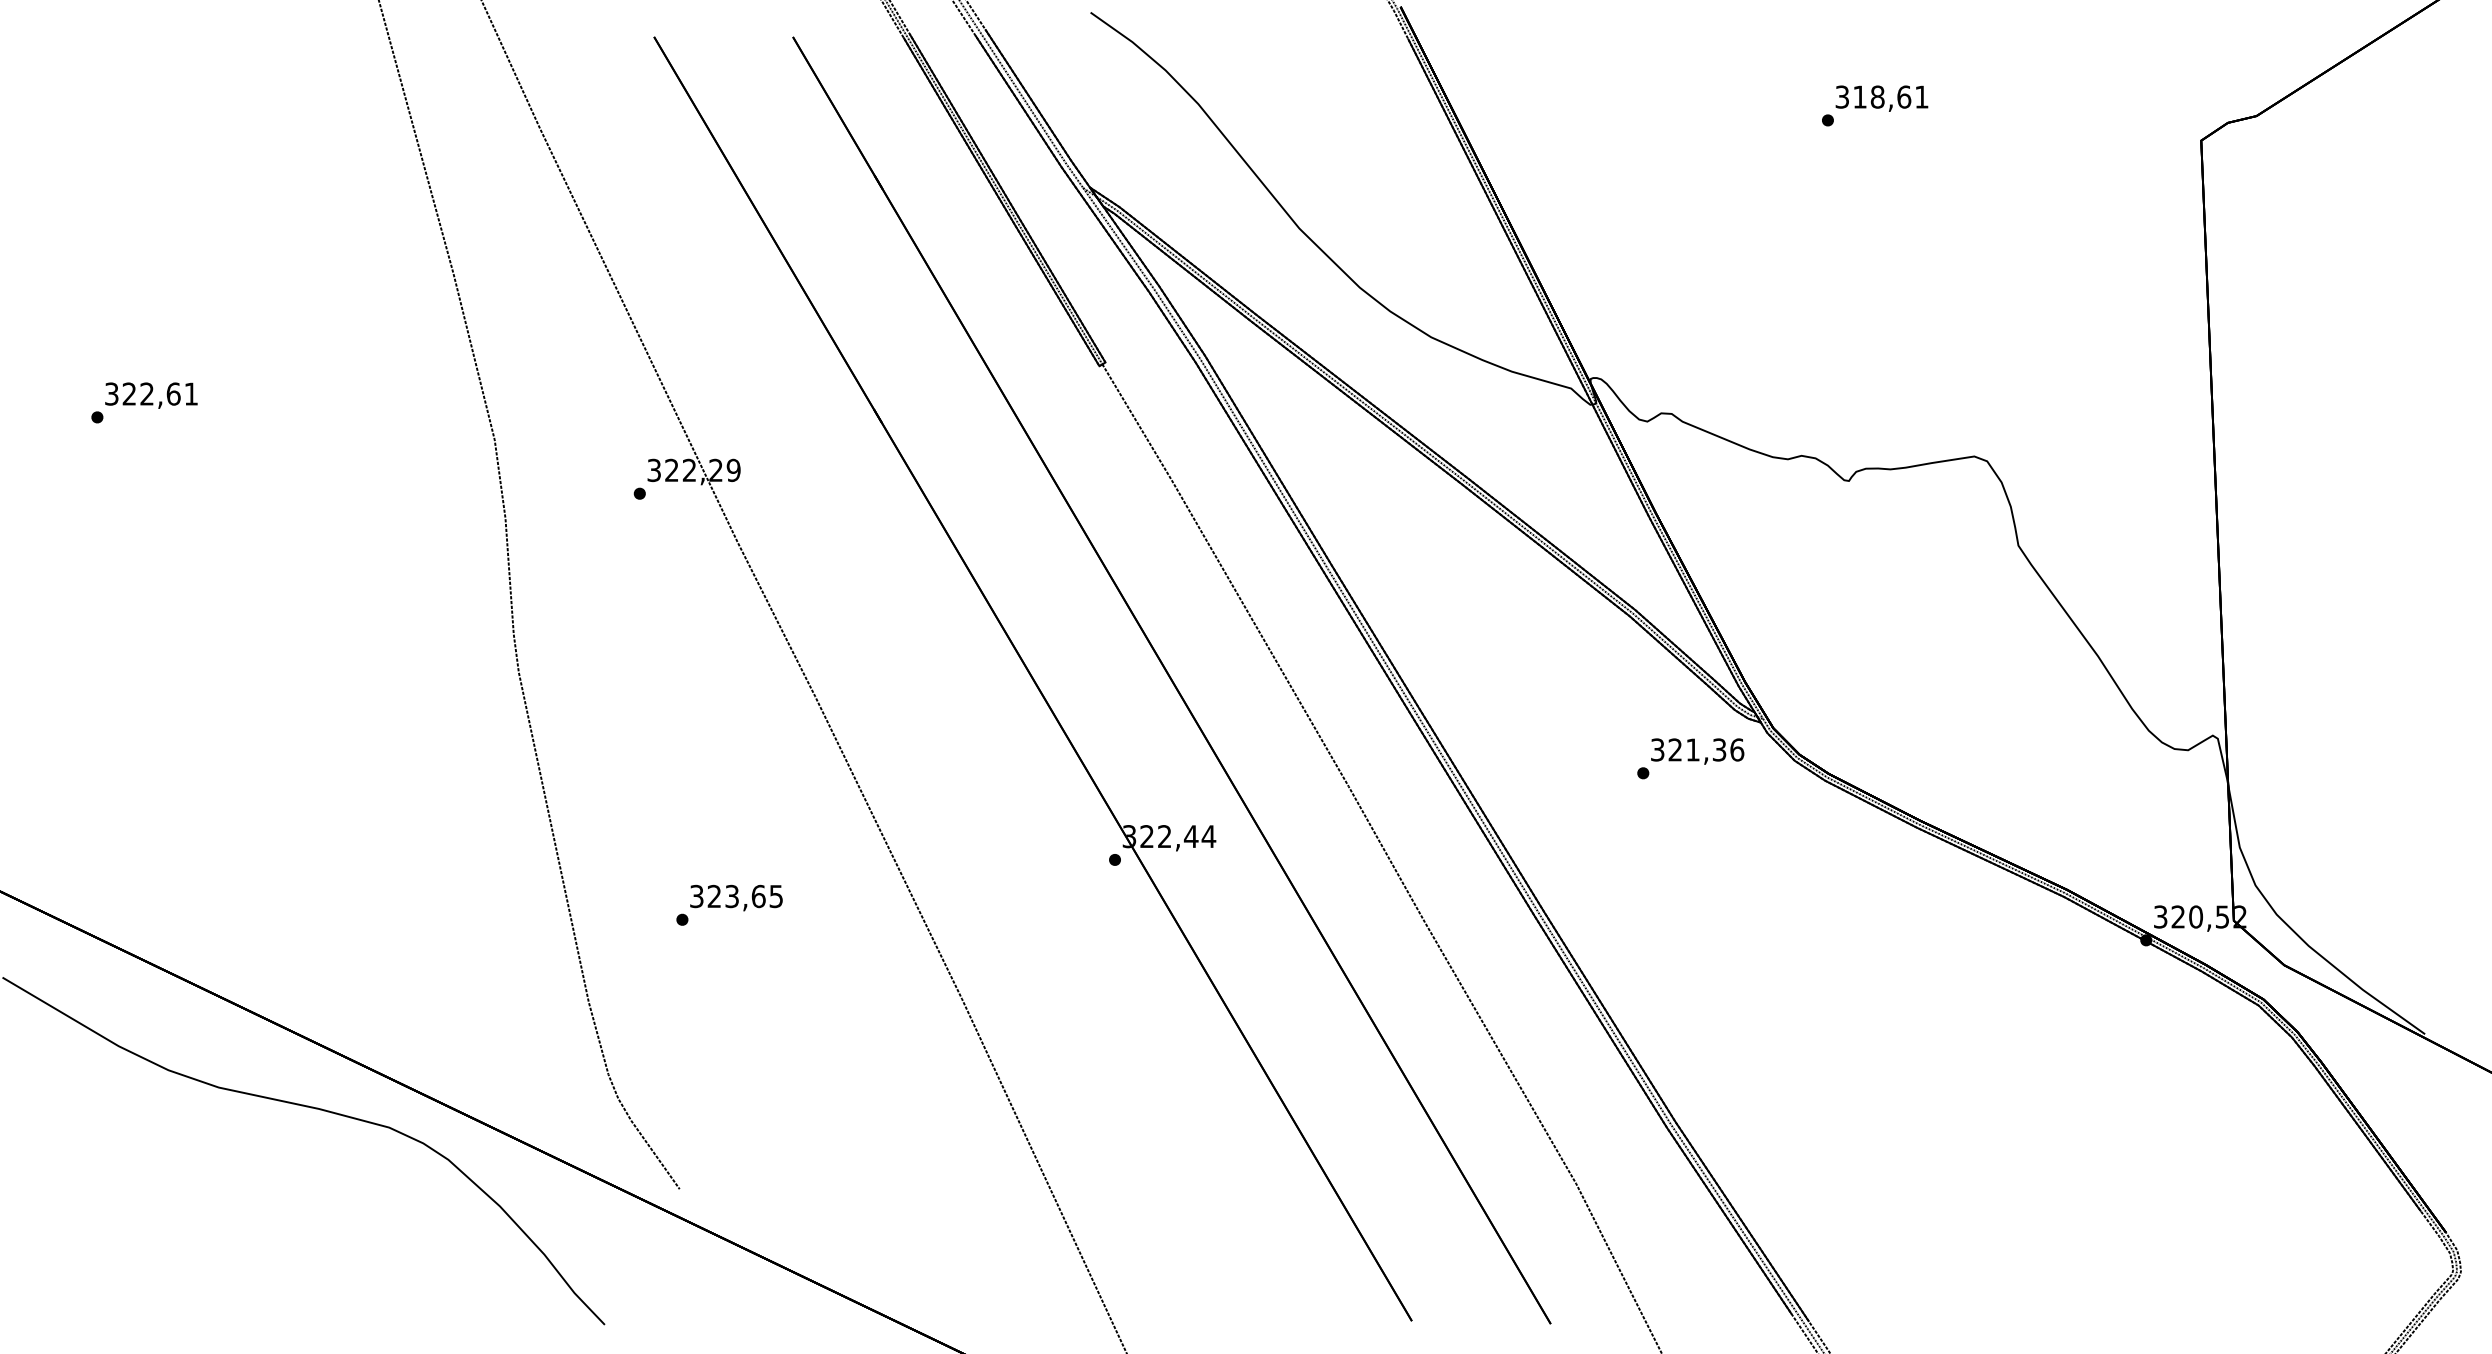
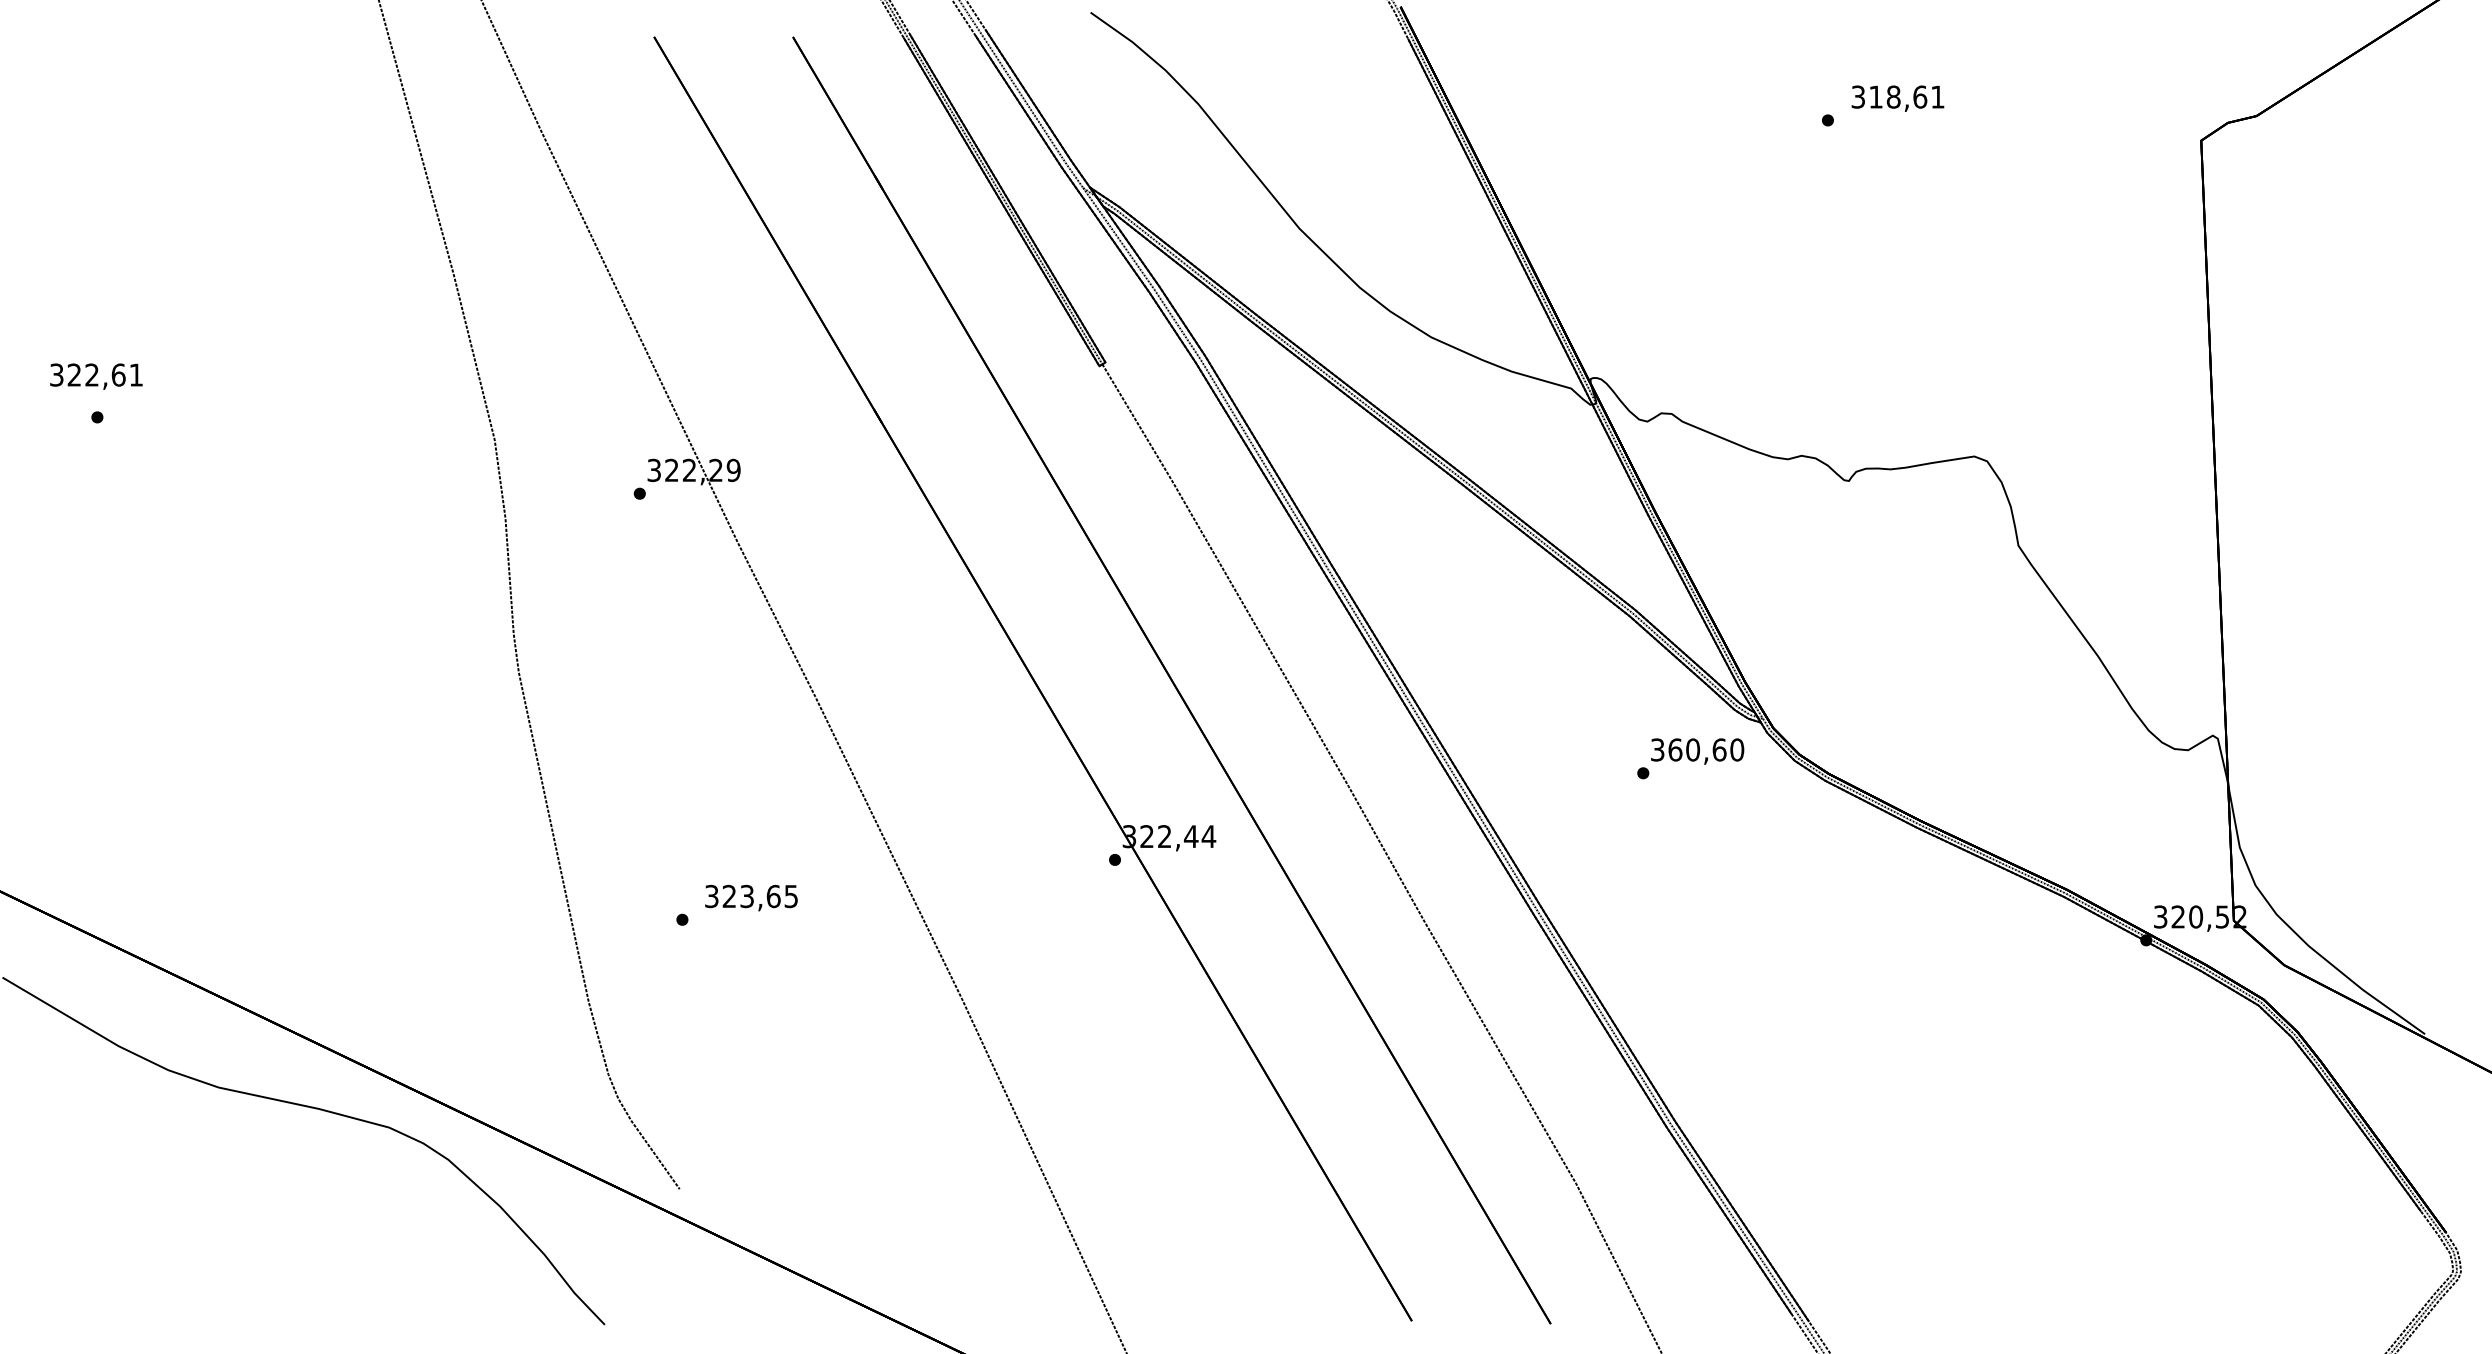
text at (1881, 98) position: (1881, 98) -> (1897, 98)
text at (151, 395) position: (151, 395) -> (96, 376)
text at (1706, 749): 321,36 -> 360,60
text at (736, 897) position: (736, 897) -> (751, 897)
